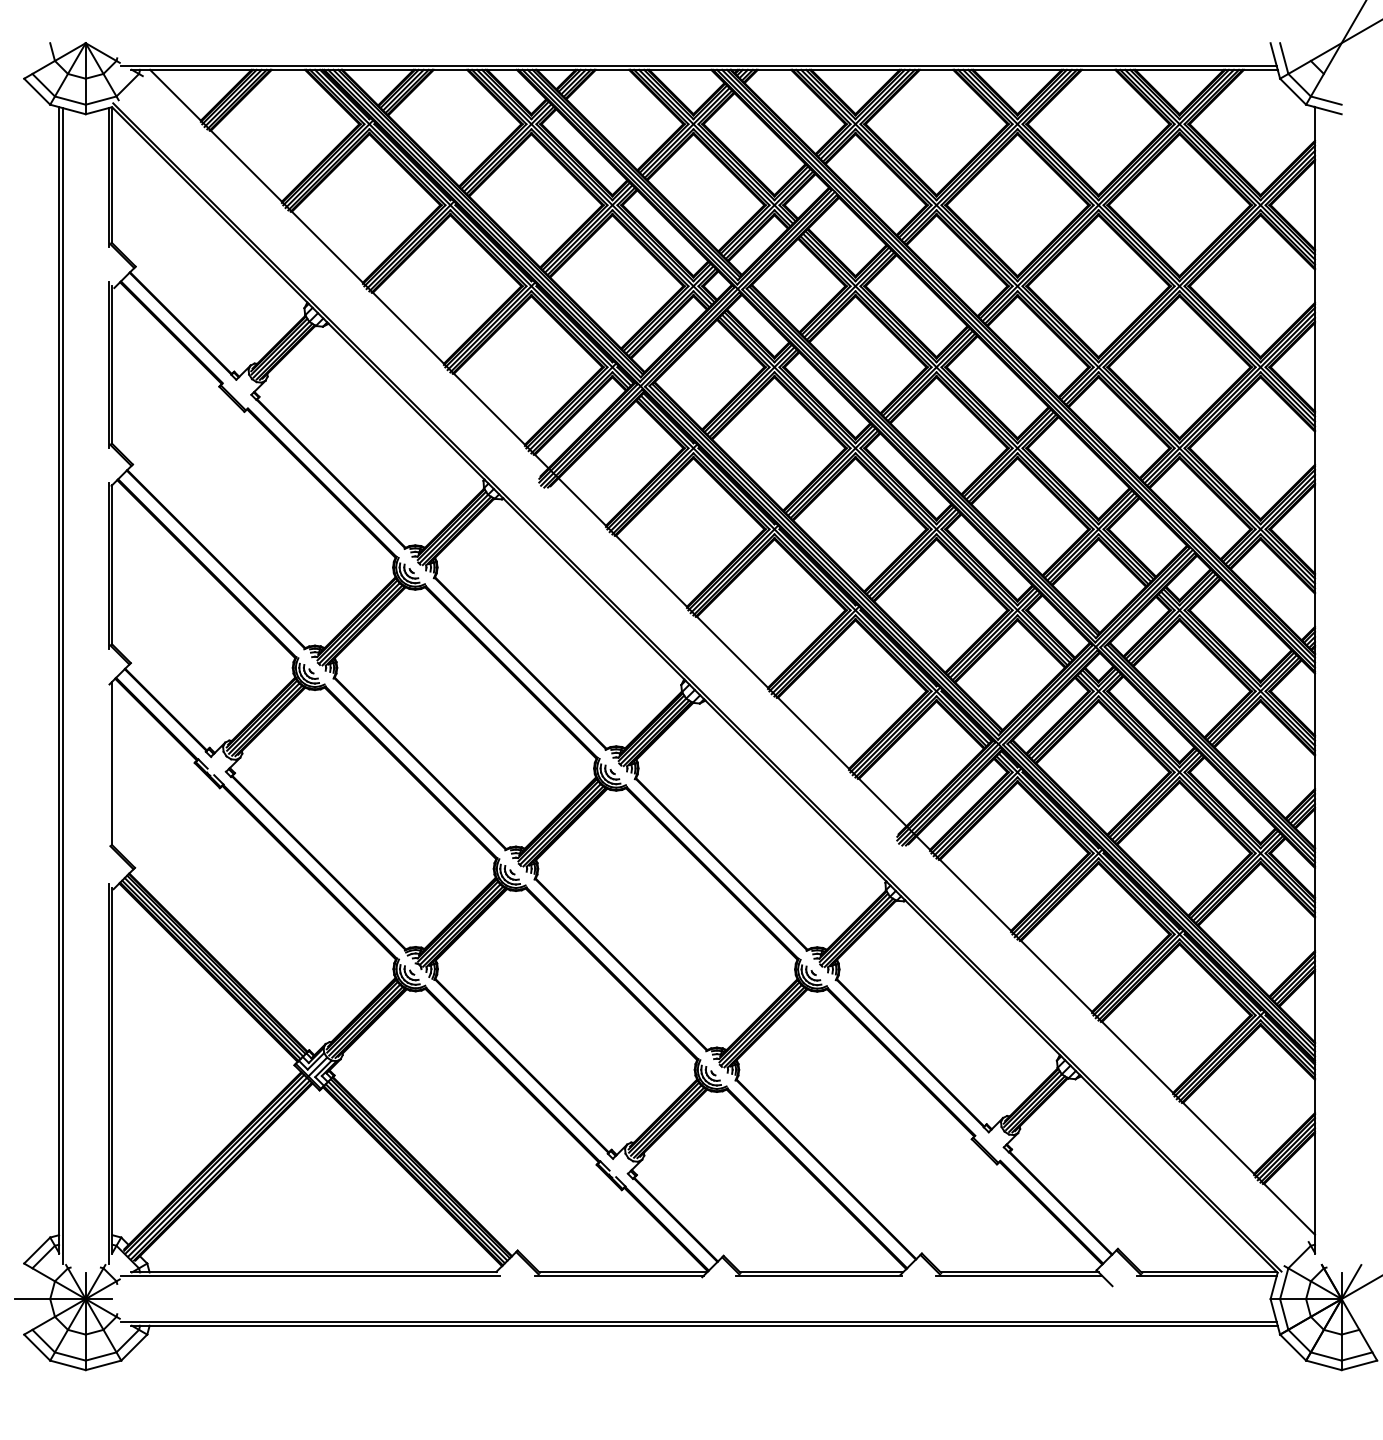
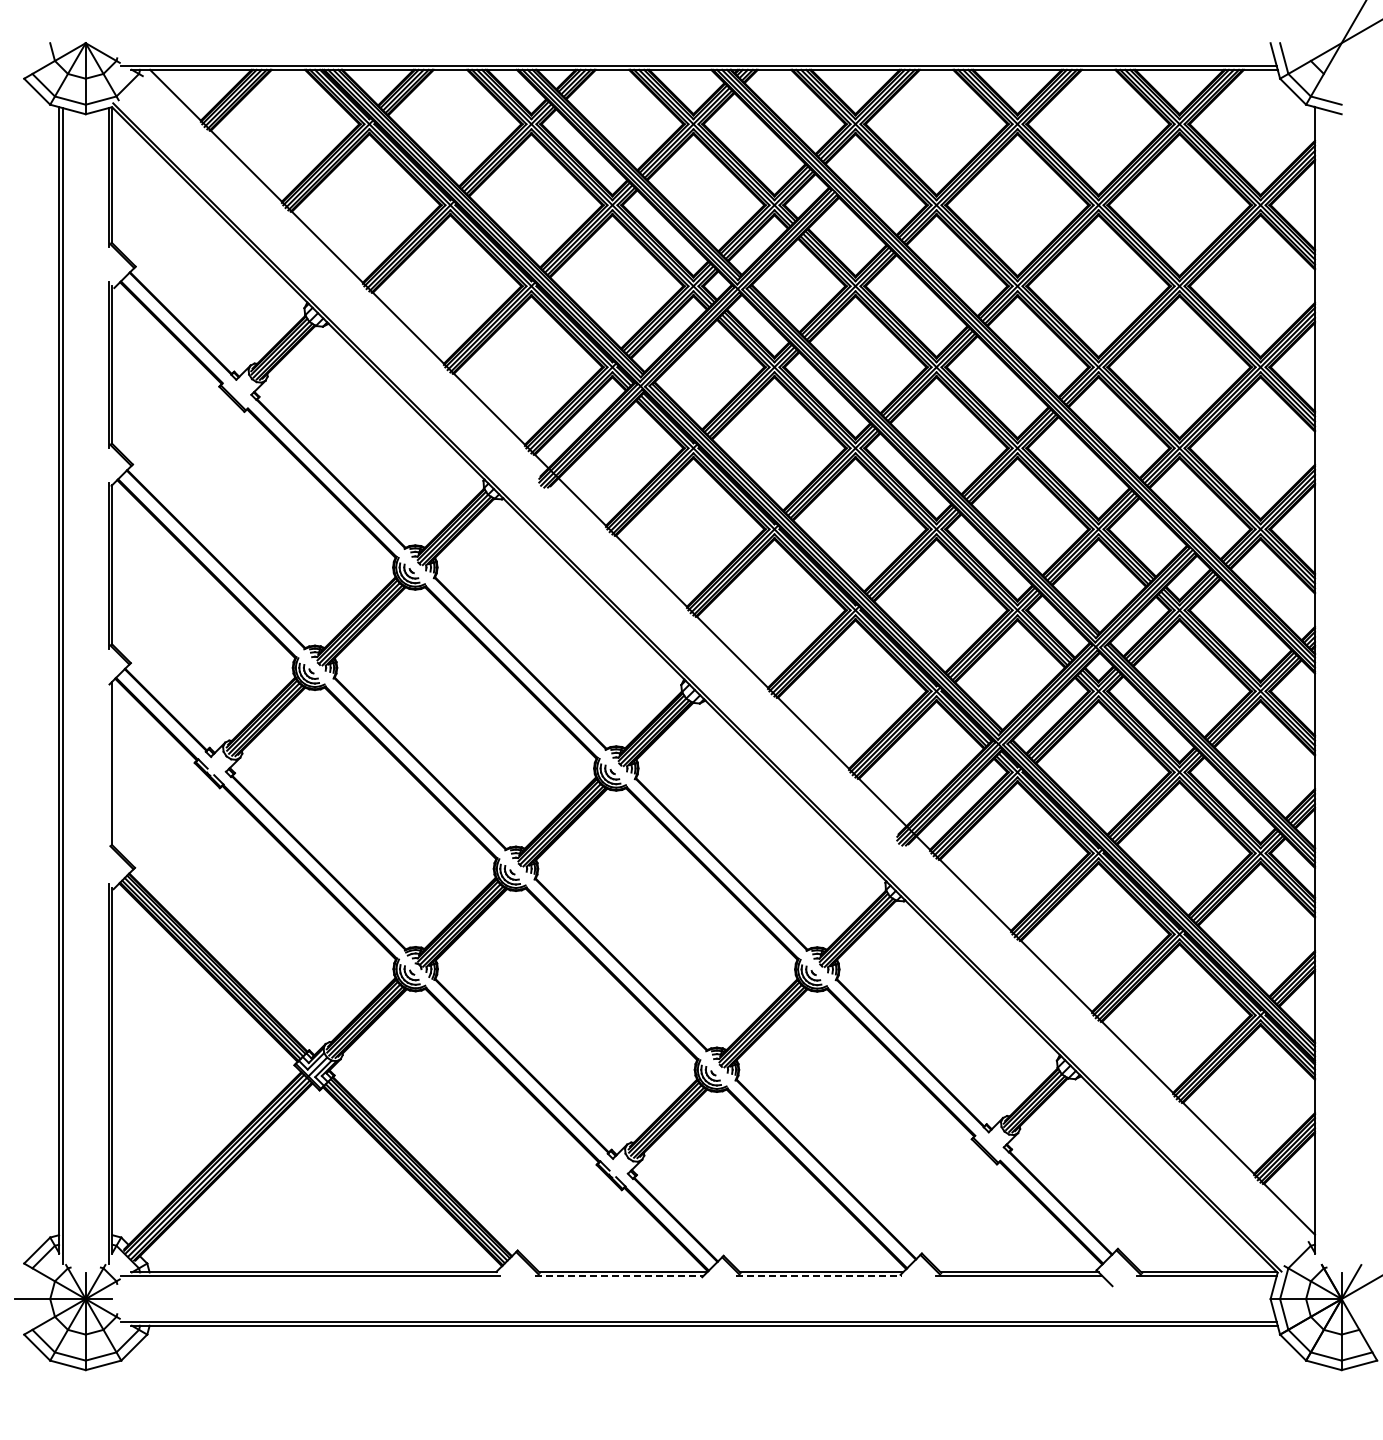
line at (619, 1276): solid -> dashed
line at (819, 1276): solid -> dashed
